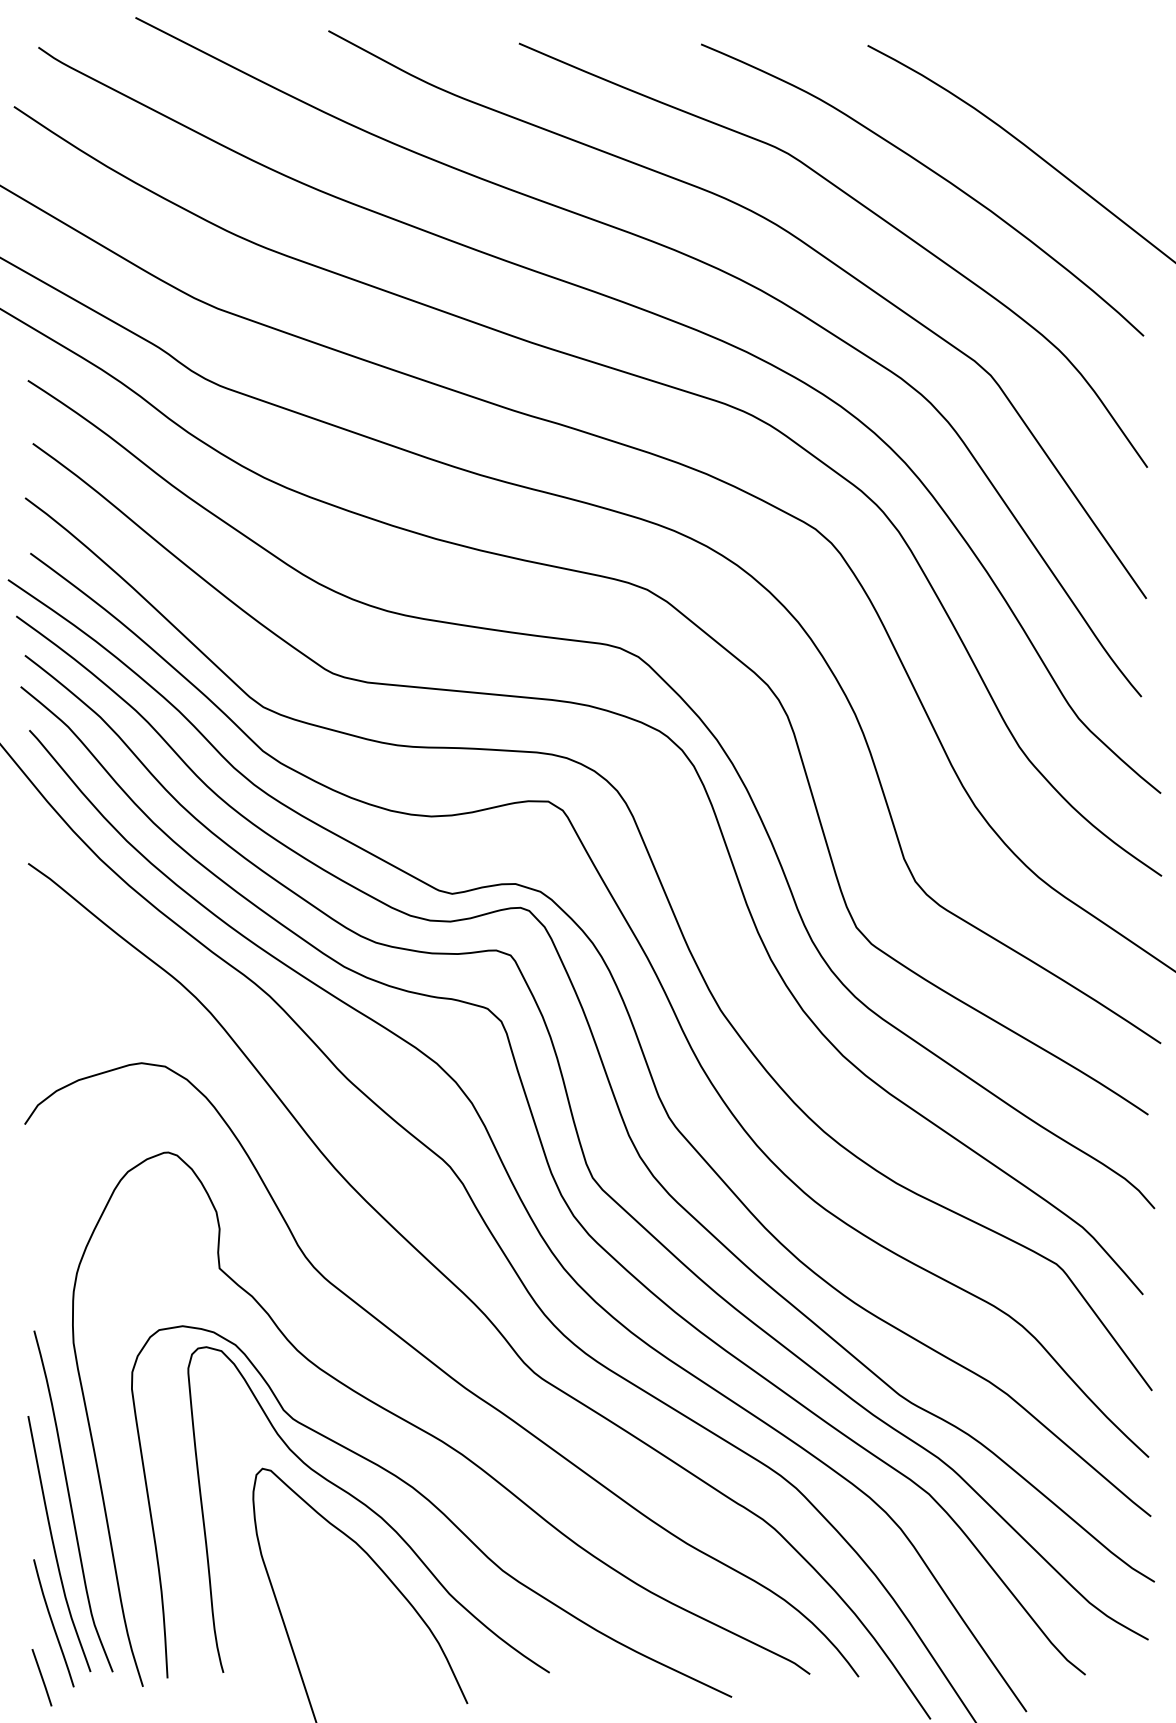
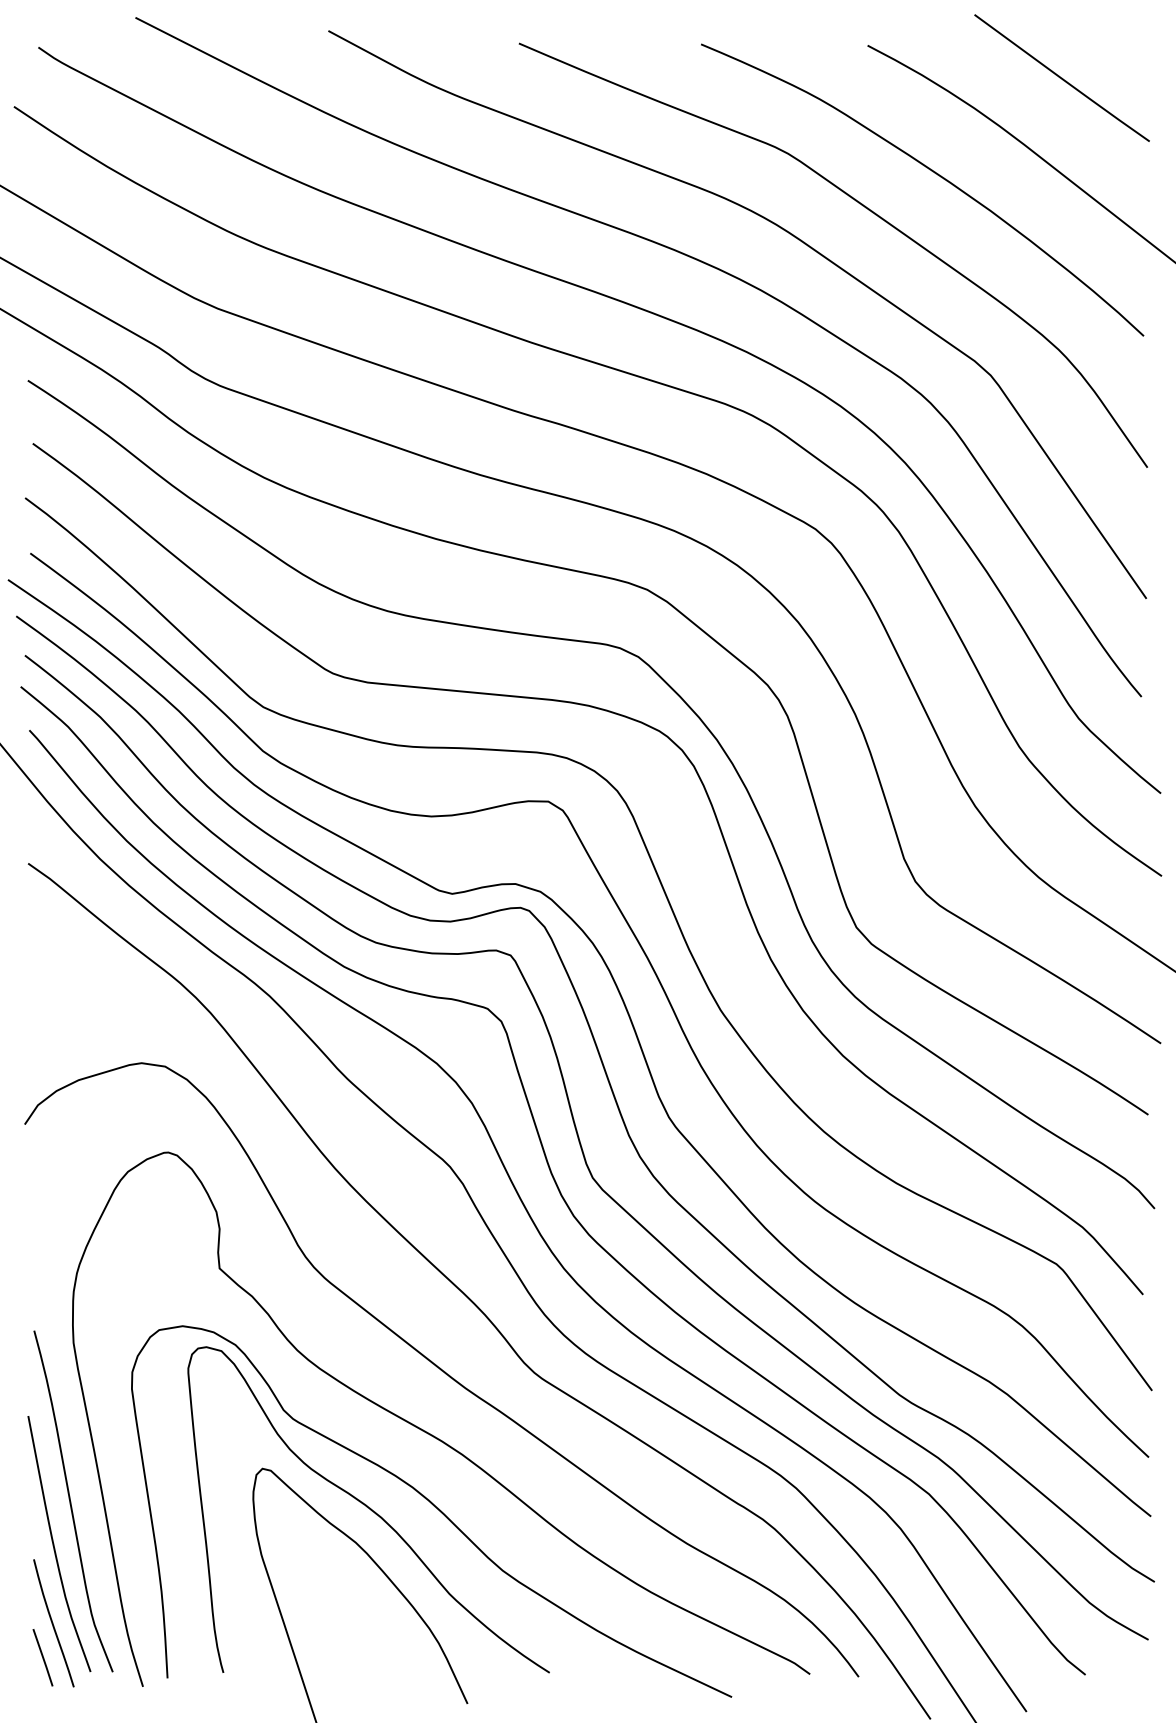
line at (1061, 77): none -> present
line at (41, 1677) position: (41, 1677) -> (42, 1657)
